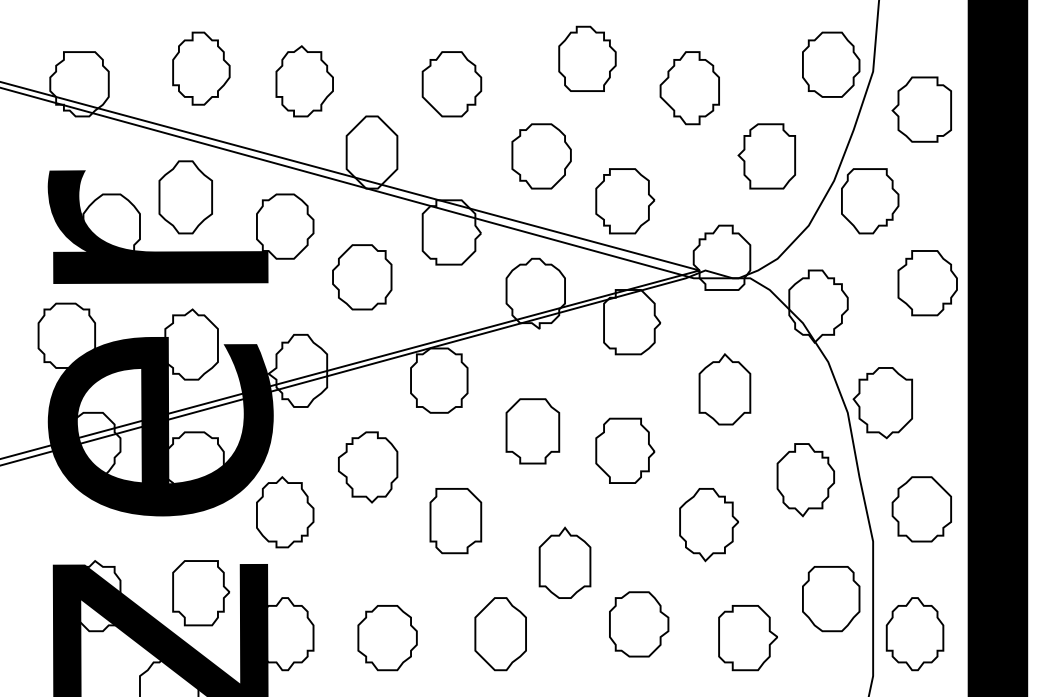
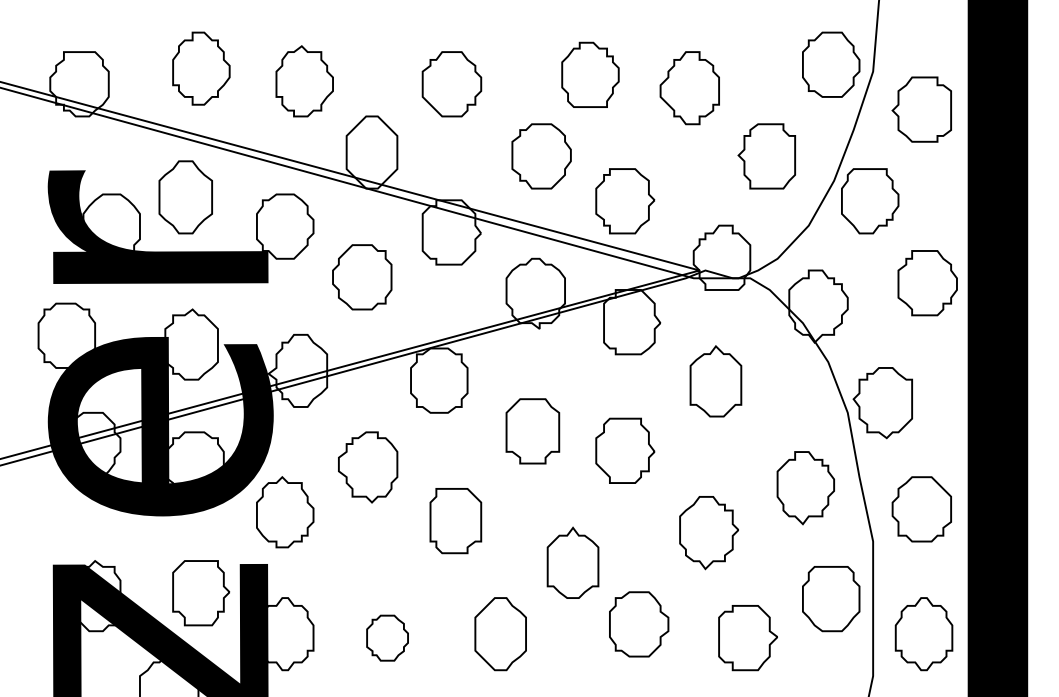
part at (587, 58) position: (587, 58) -> (590, 74)
part at (724, 389) position: (724, 389) -> (715, 381)
part at (805, 480) position: (805, 480) -> (805, 488)
part at (708, 525) position: (708, 525) -> (708, 533)
part at (564, 562) position: (564, 562) -> (572, 562)
part at (914, 634) position: (914, 634) -> (923, 634)
part at (387, 638) size: 61x67 px -> 43x48 px
